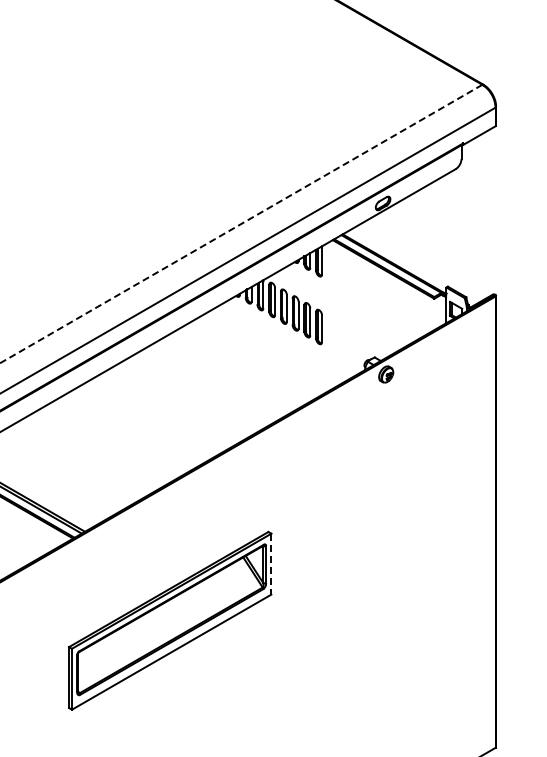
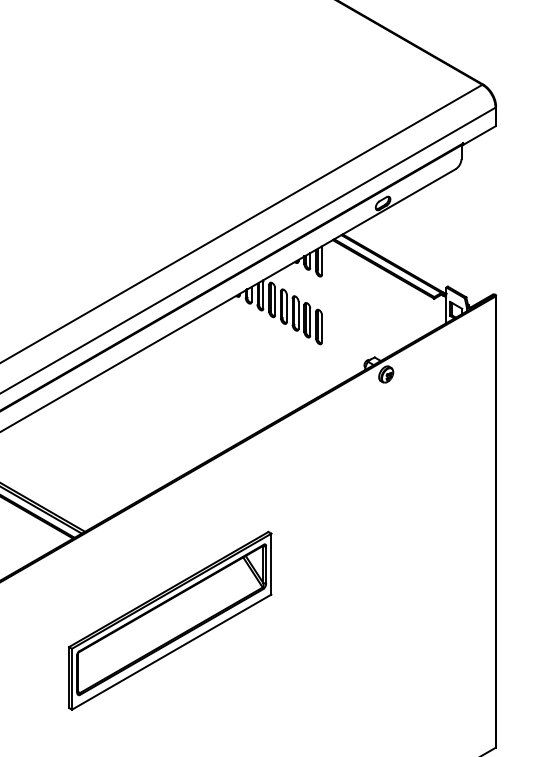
line at (241, 224): dashed -> solid
line at (271, 564): dashed -> solid
